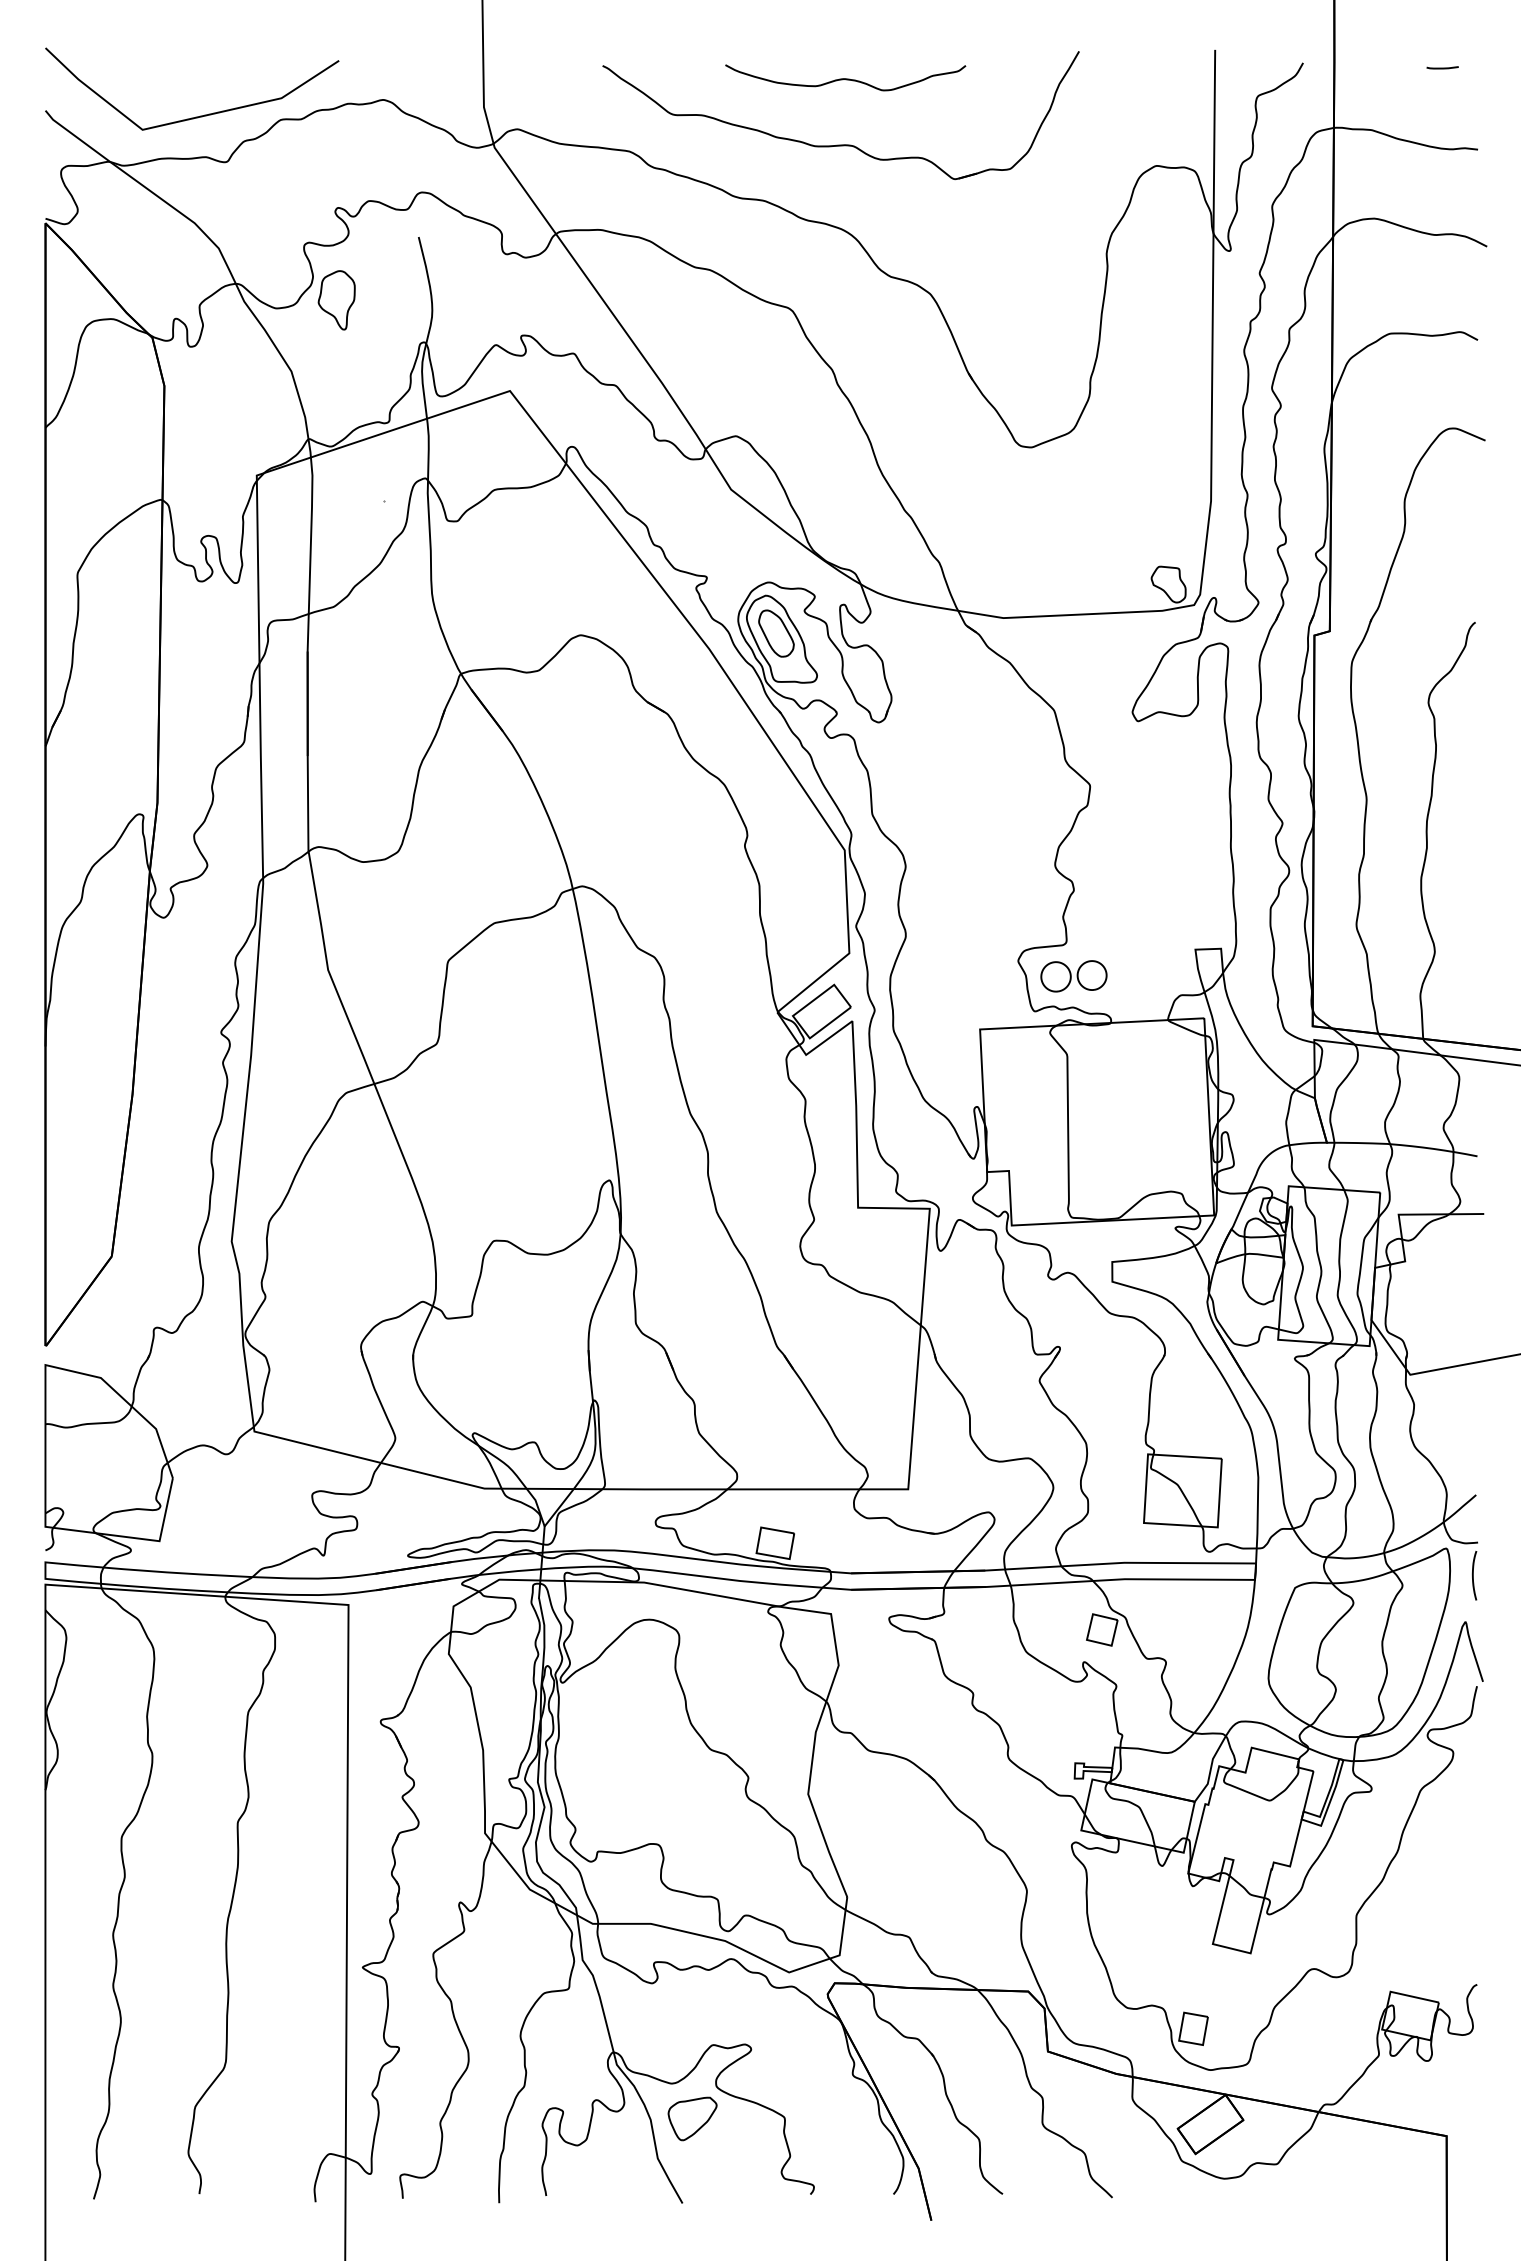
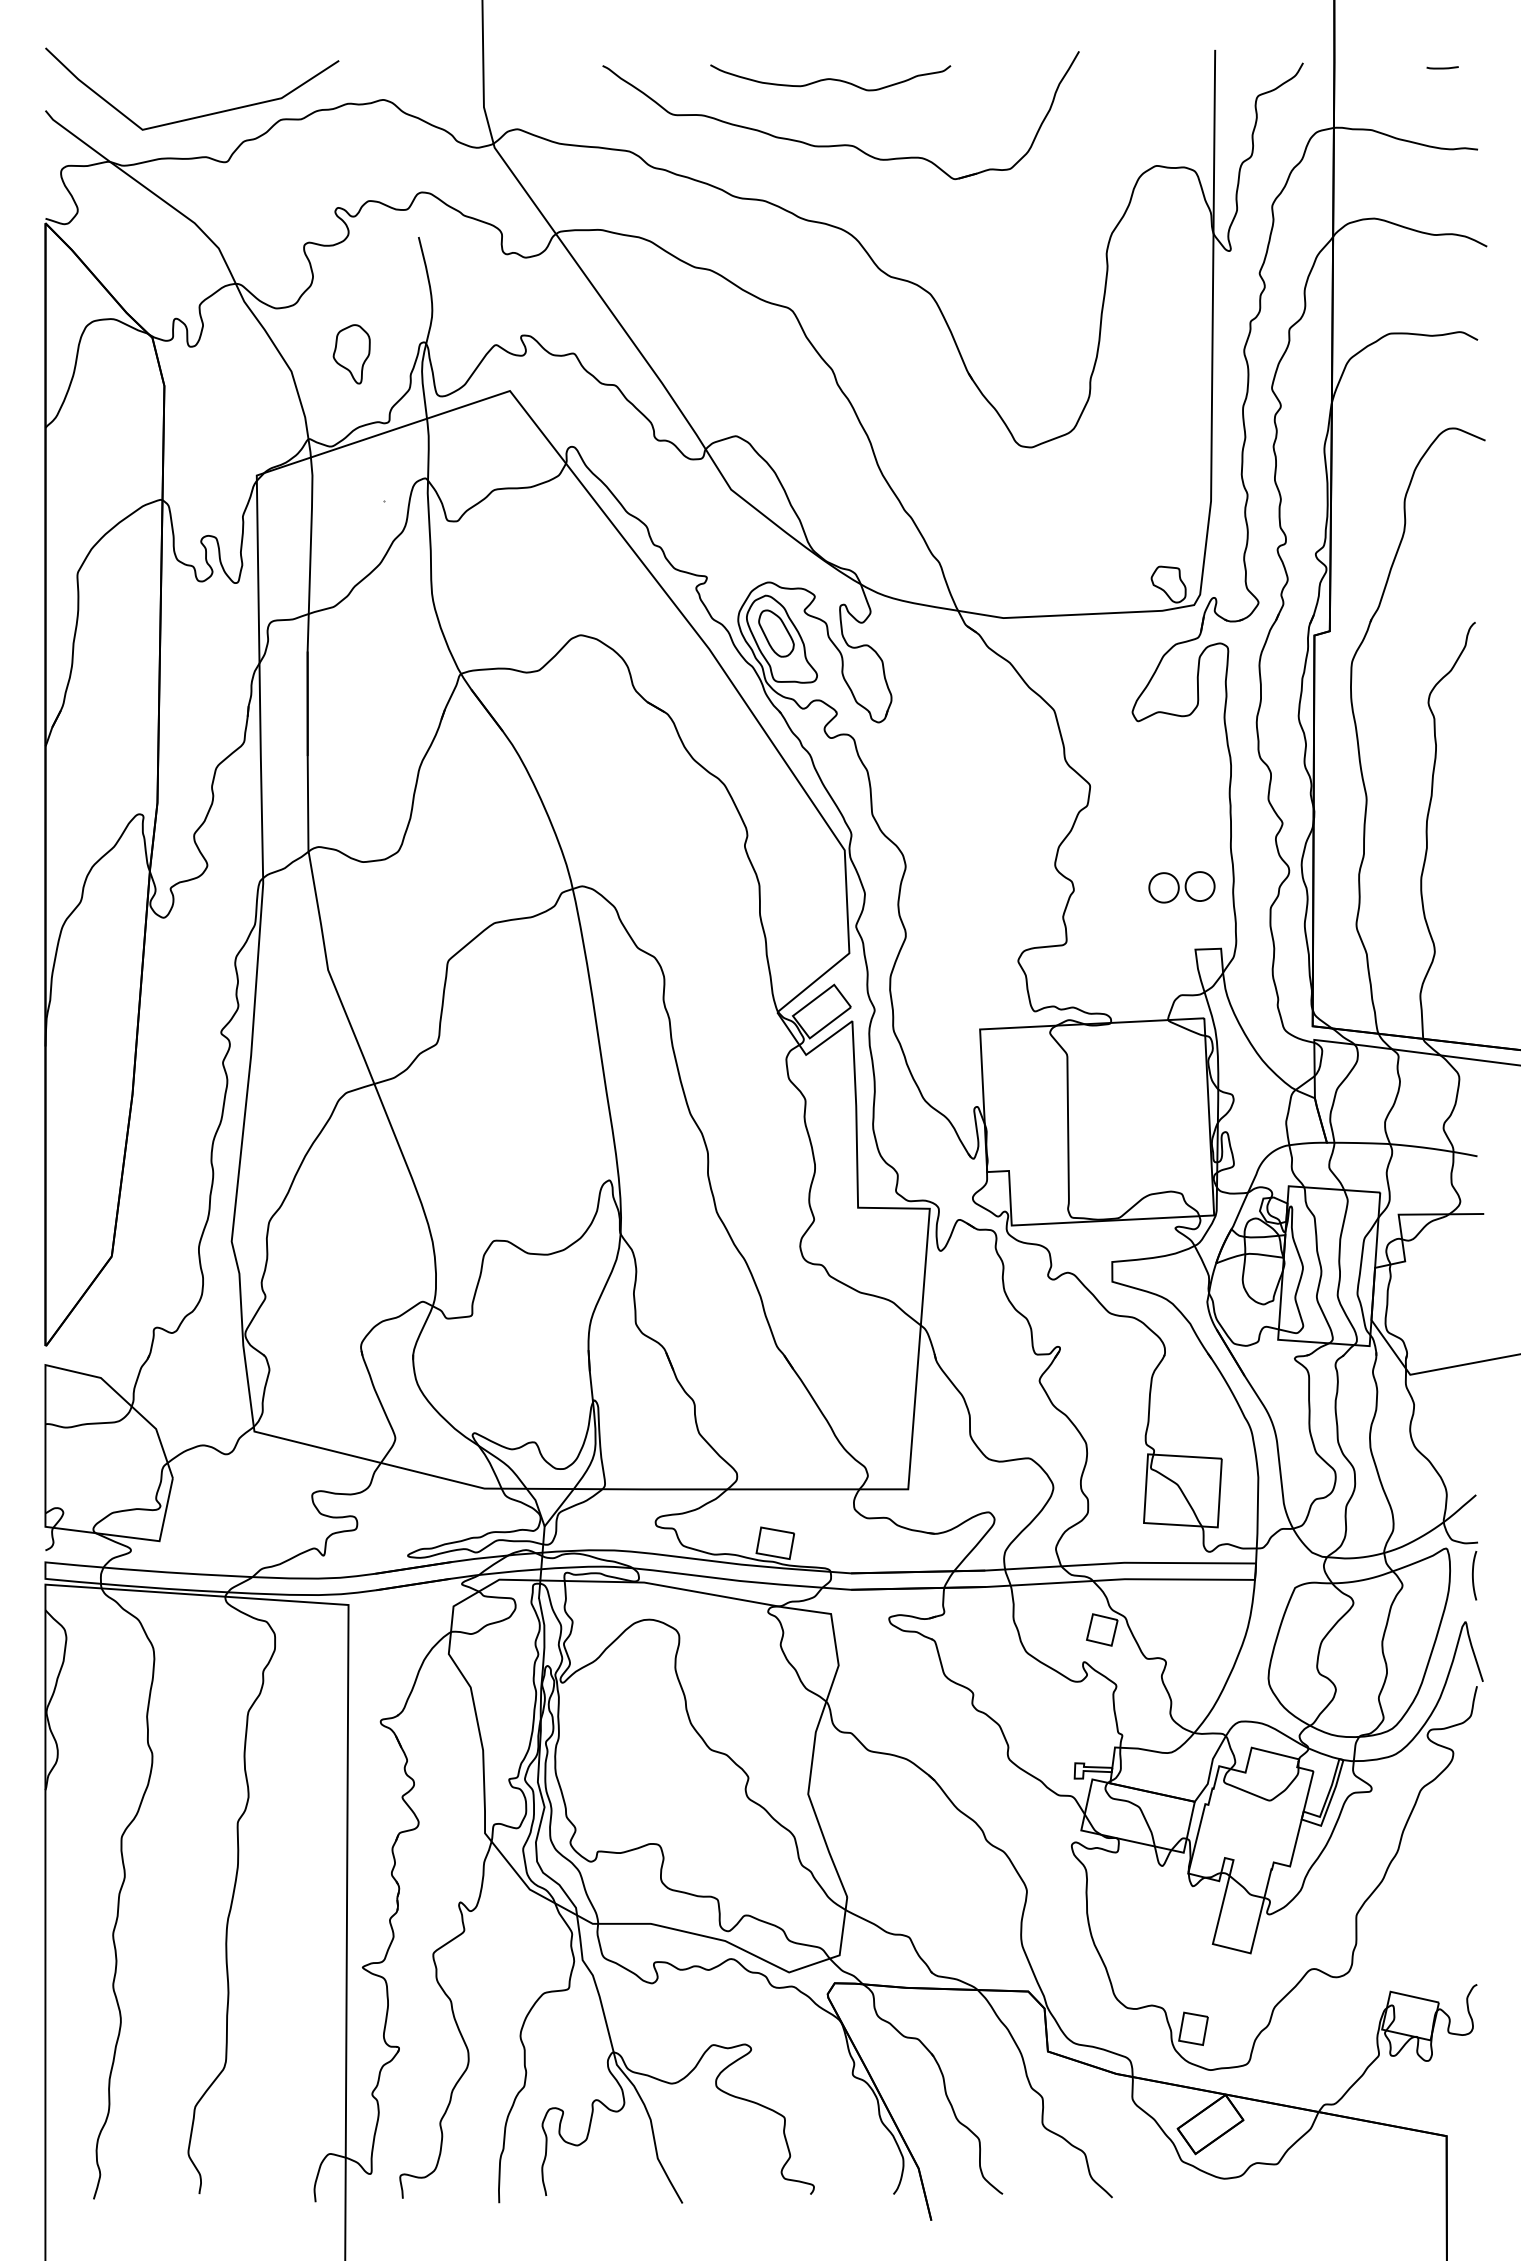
curve at (845, 78) position: (845, 78) -> (830, 78)
part at (336, 300) position: (336, 300) -> (351, 354)
part at (1073, 976) position: (1073, 976) -> (1181, 887)
part at (692, 2118): present -> none
